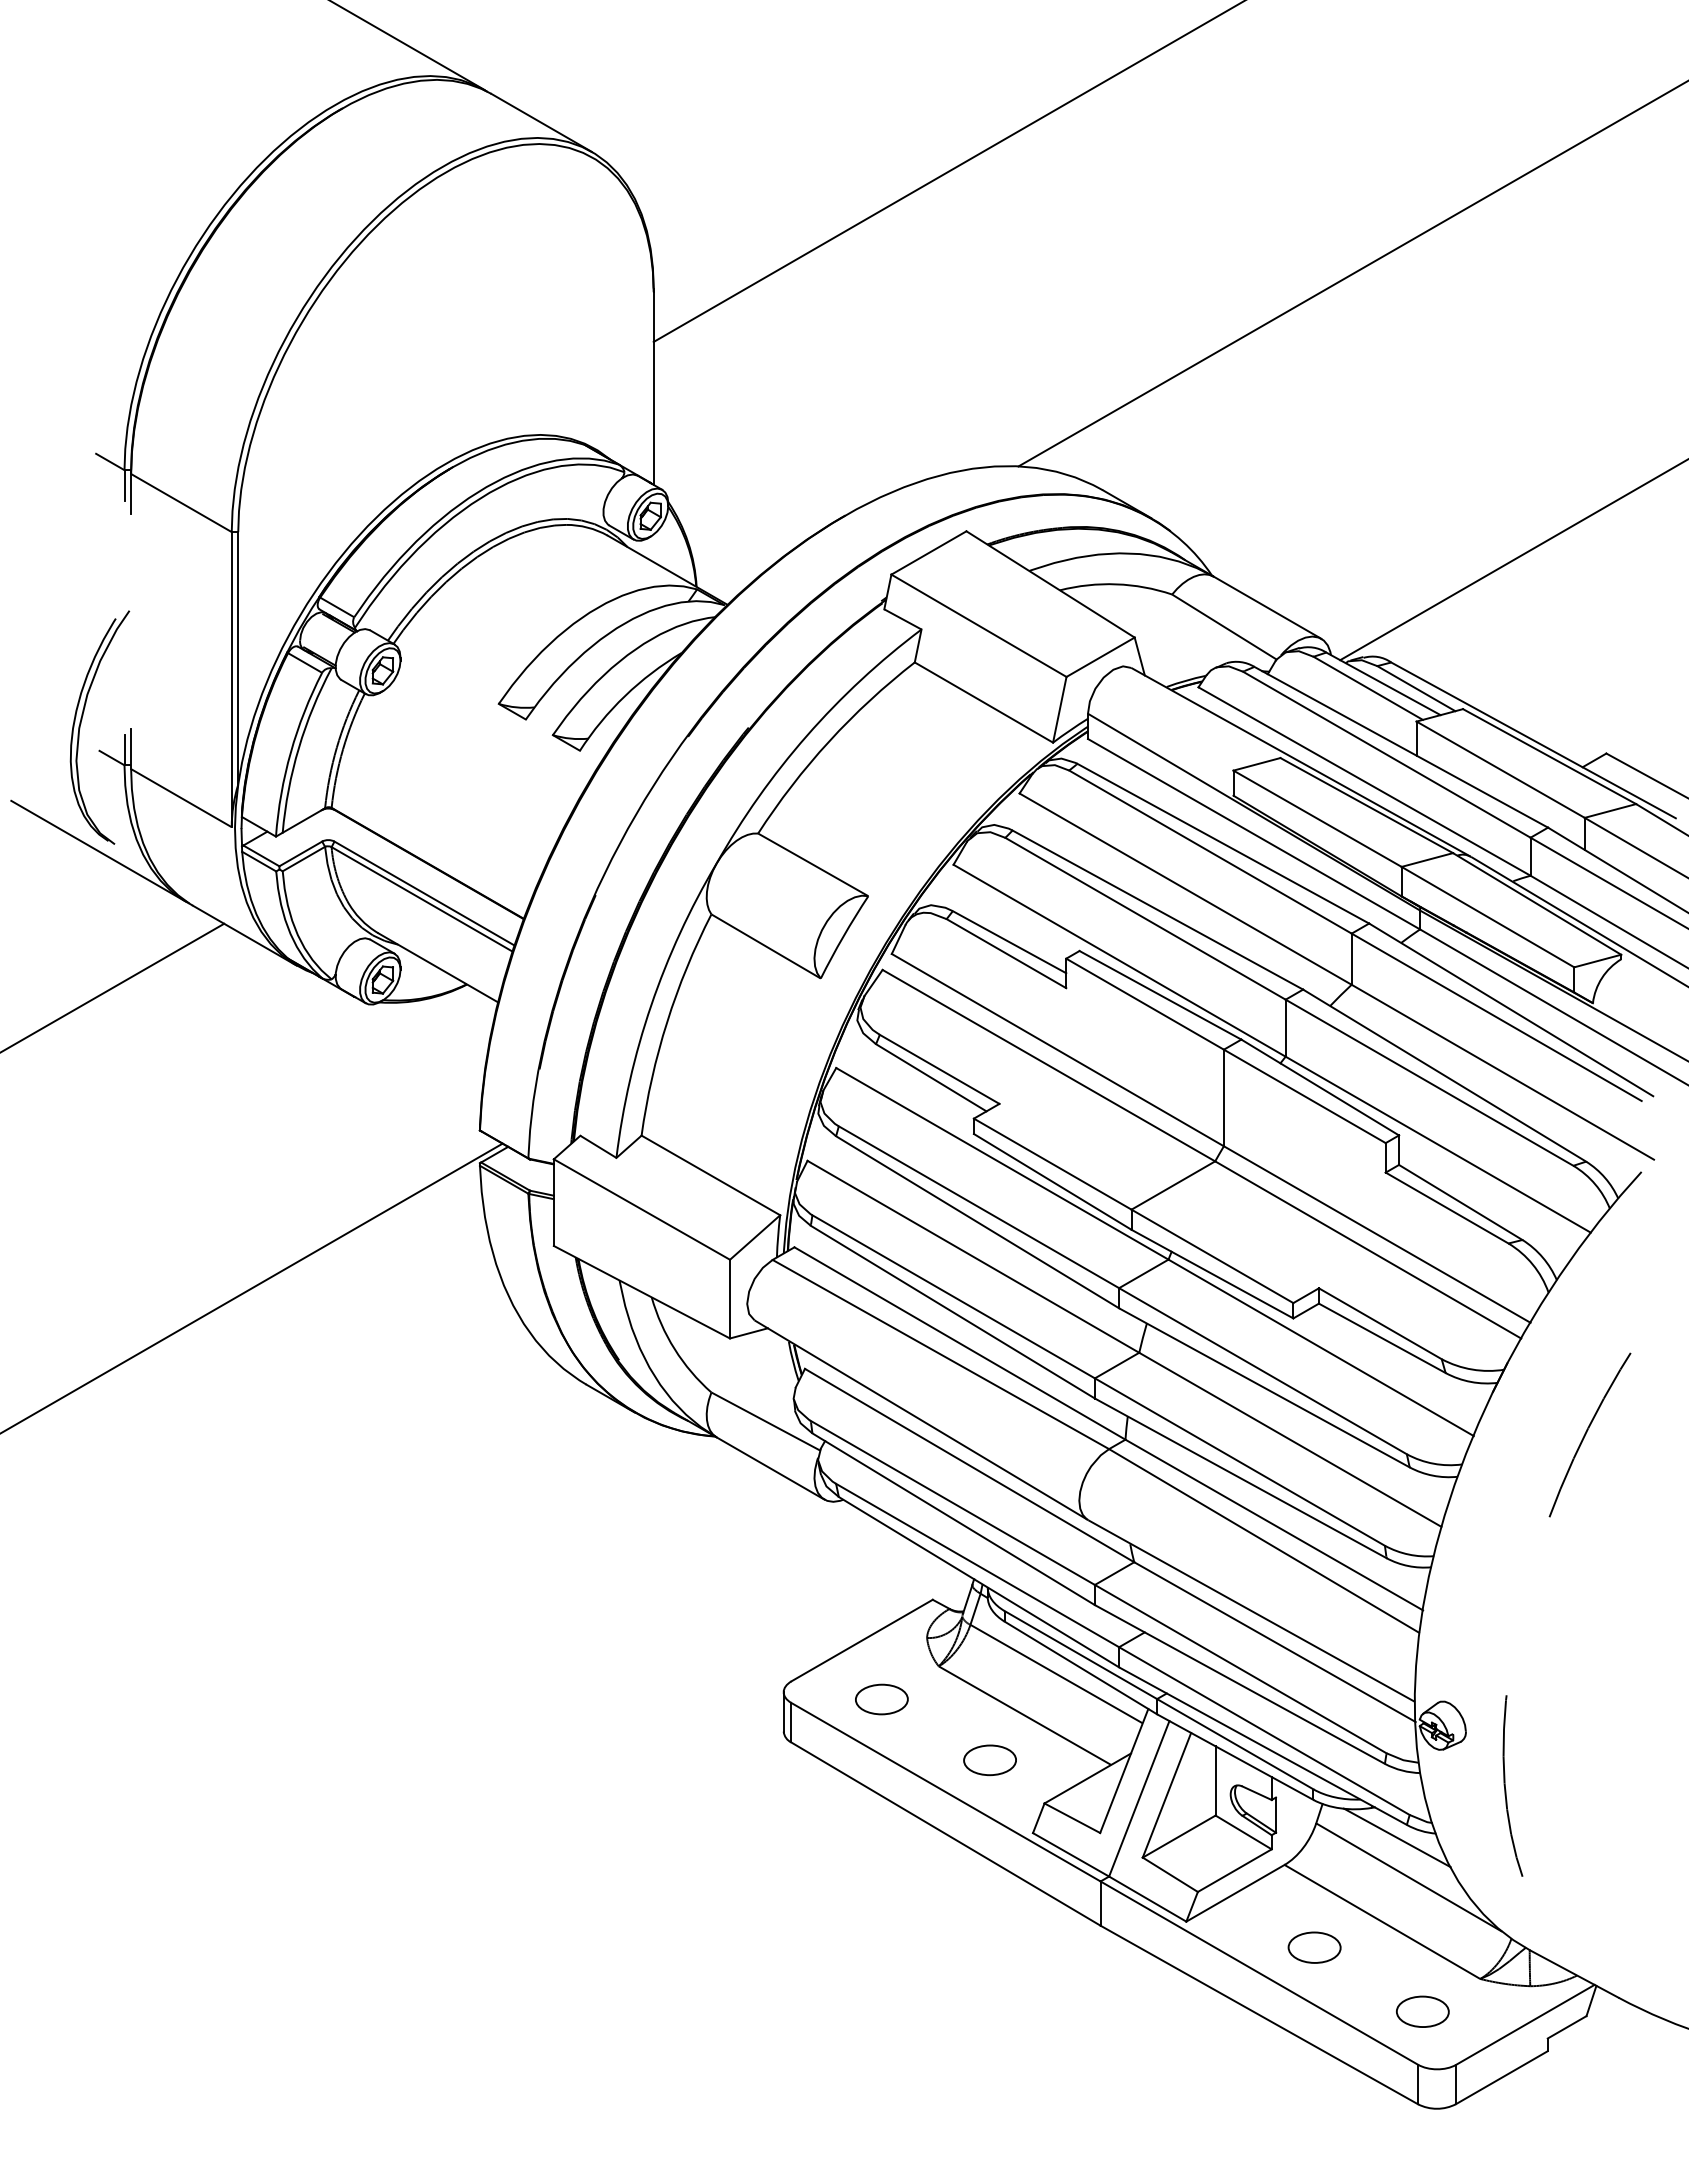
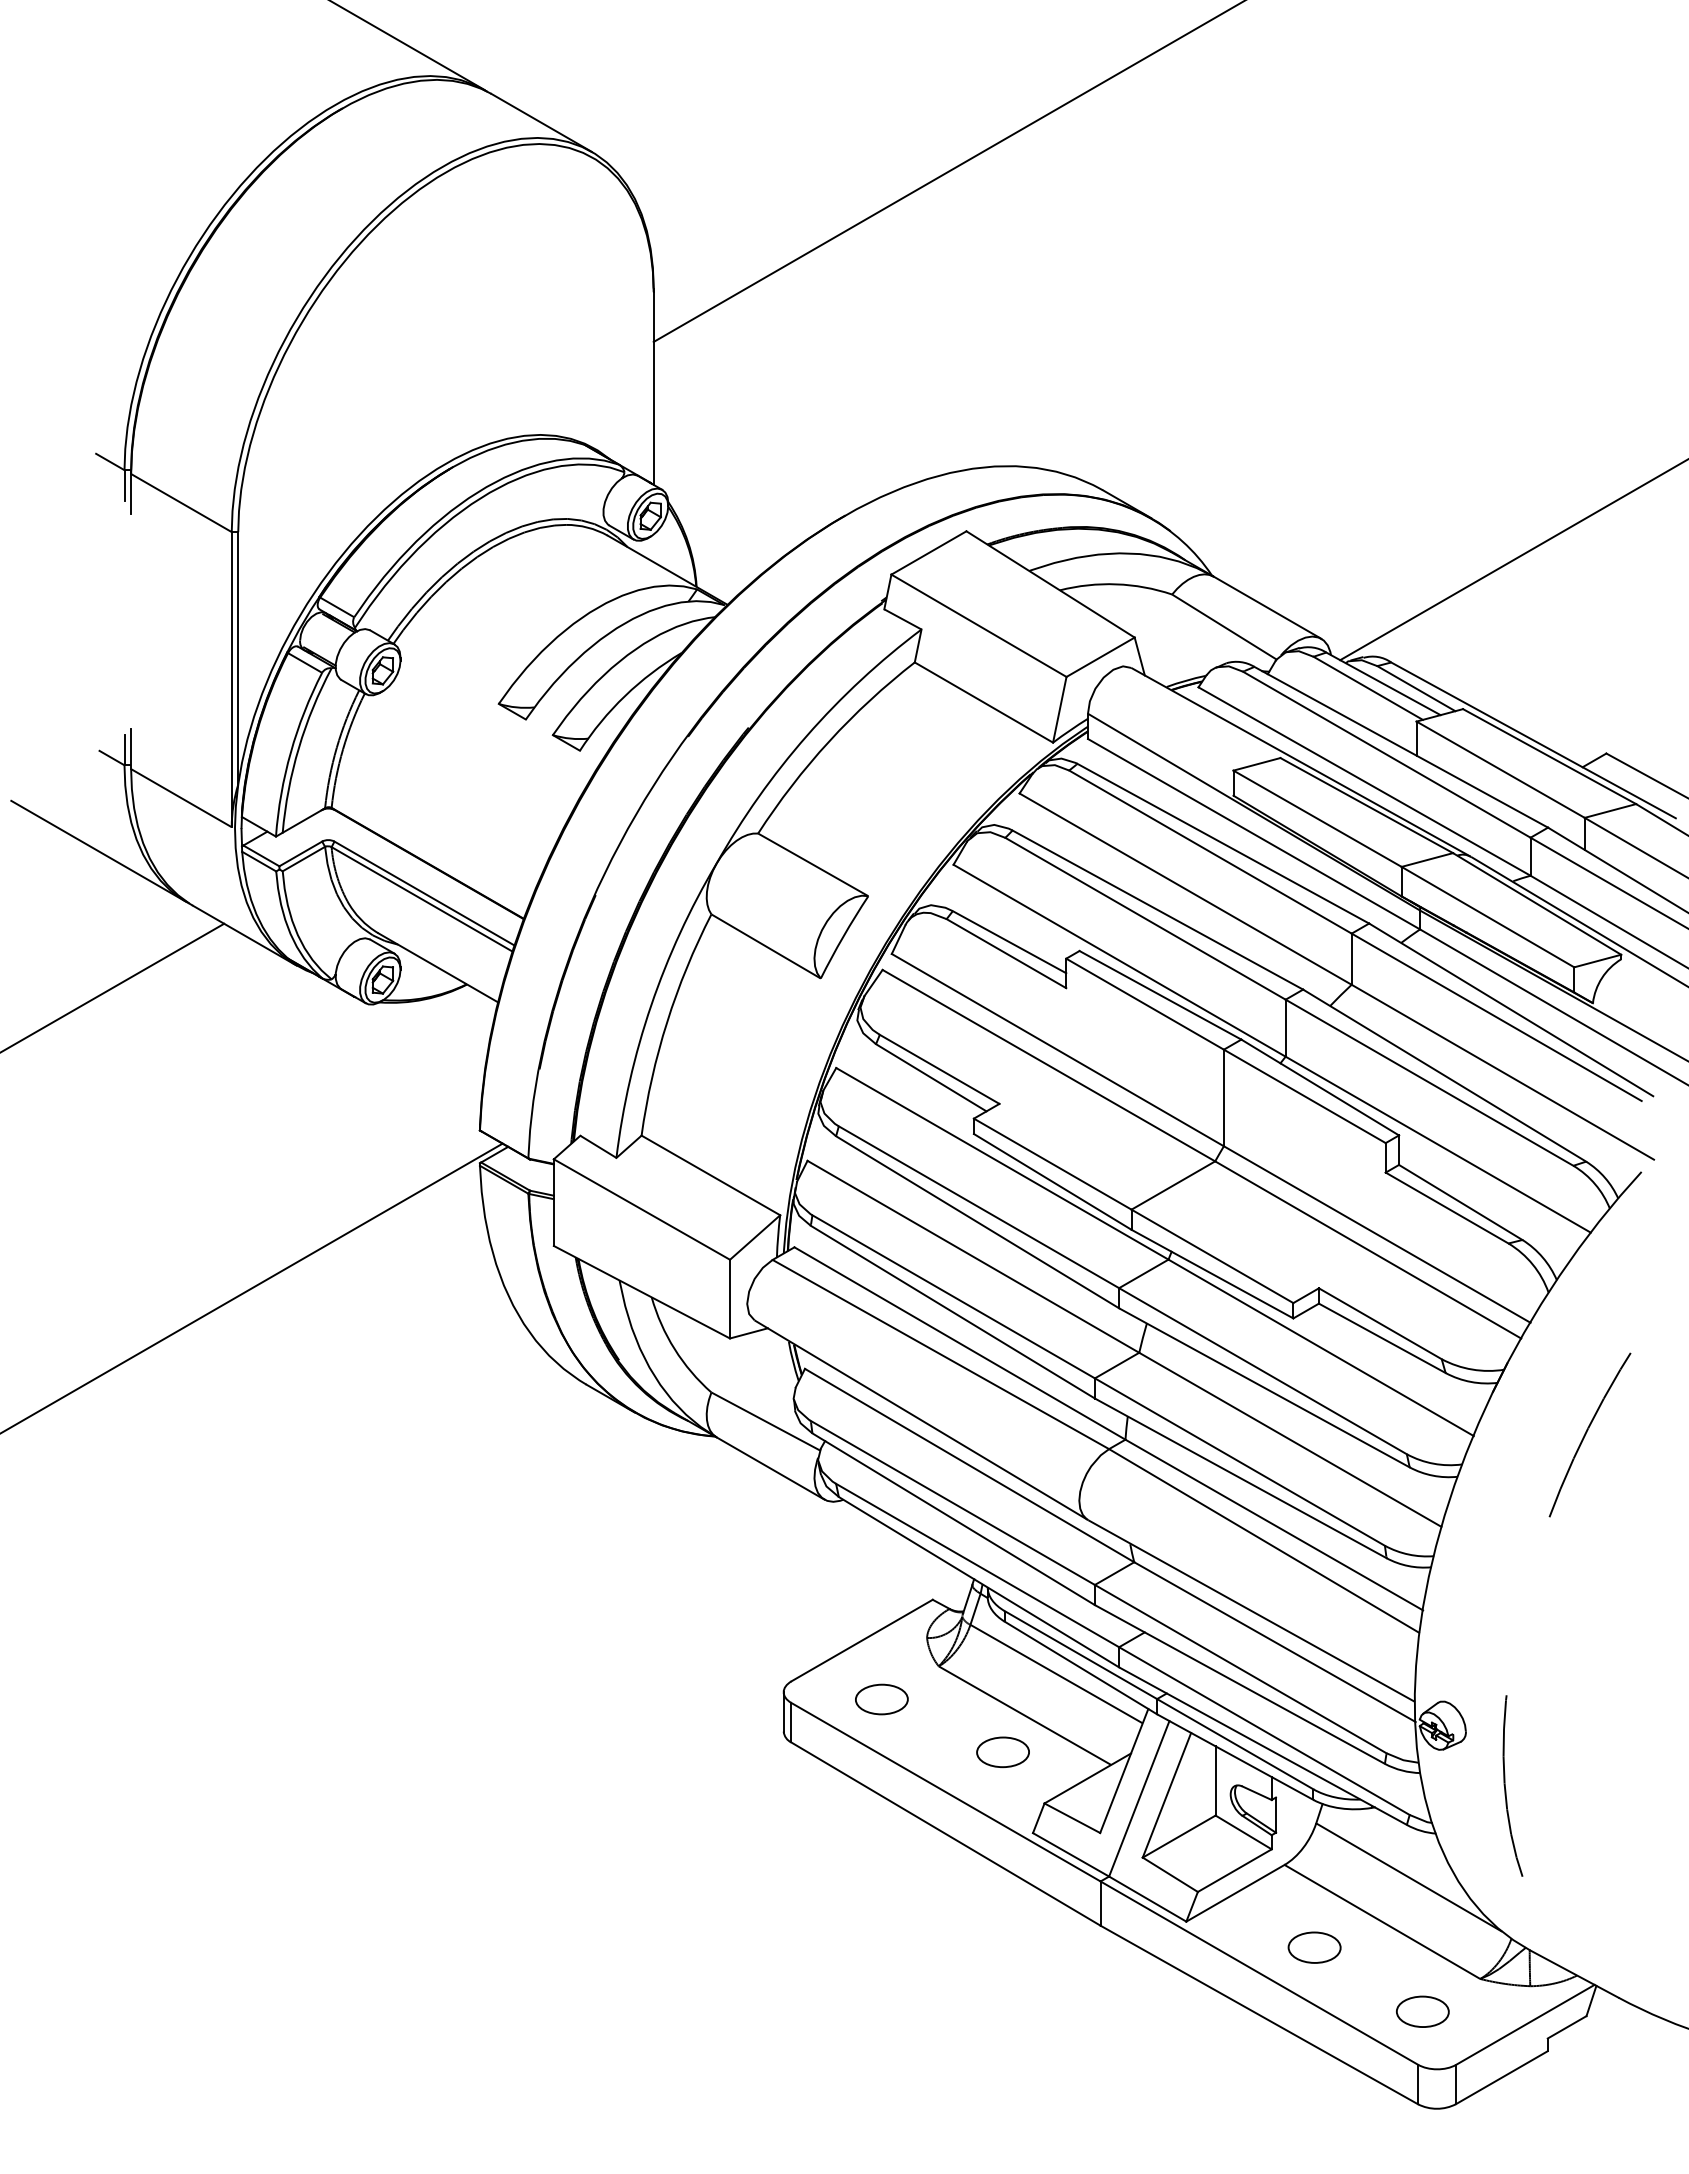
line at (1351, 274): present -> none
part at (81, 724): present -> none
part at (989, 1760) position: (989, 1760) -> (1002, 1752)
line at (1397, 1837): present -> none
